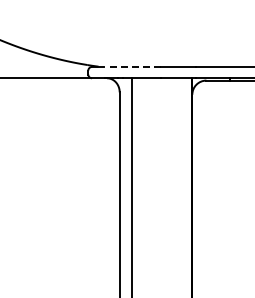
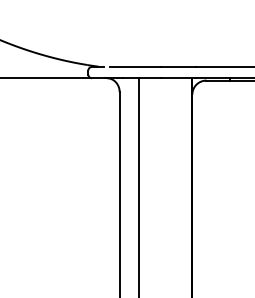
line at (135, 66): dashed -> solid
line at (131, 186) position: (131, 186) -> (138, 186)
